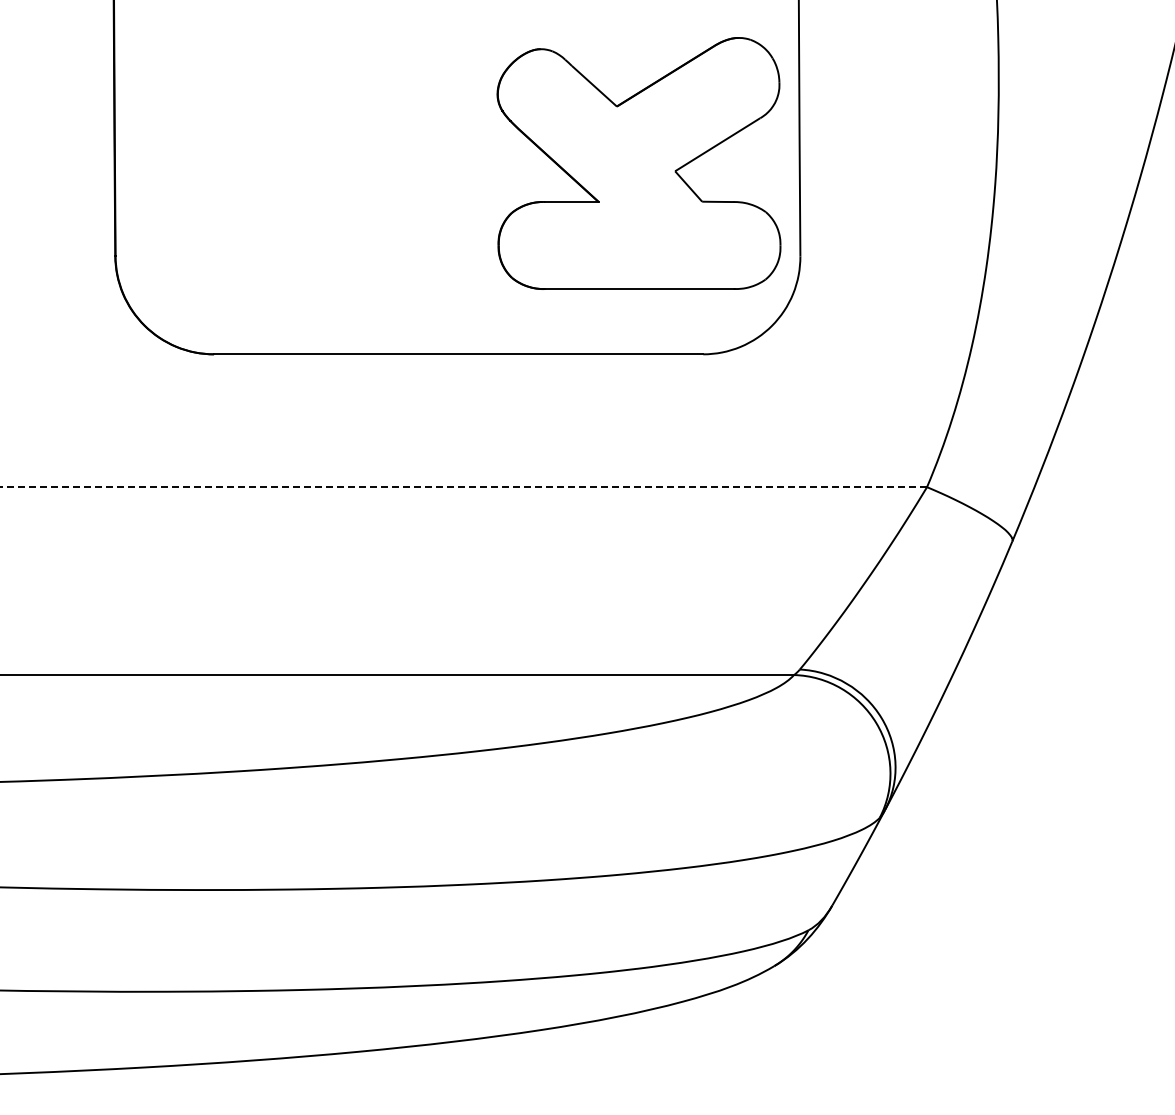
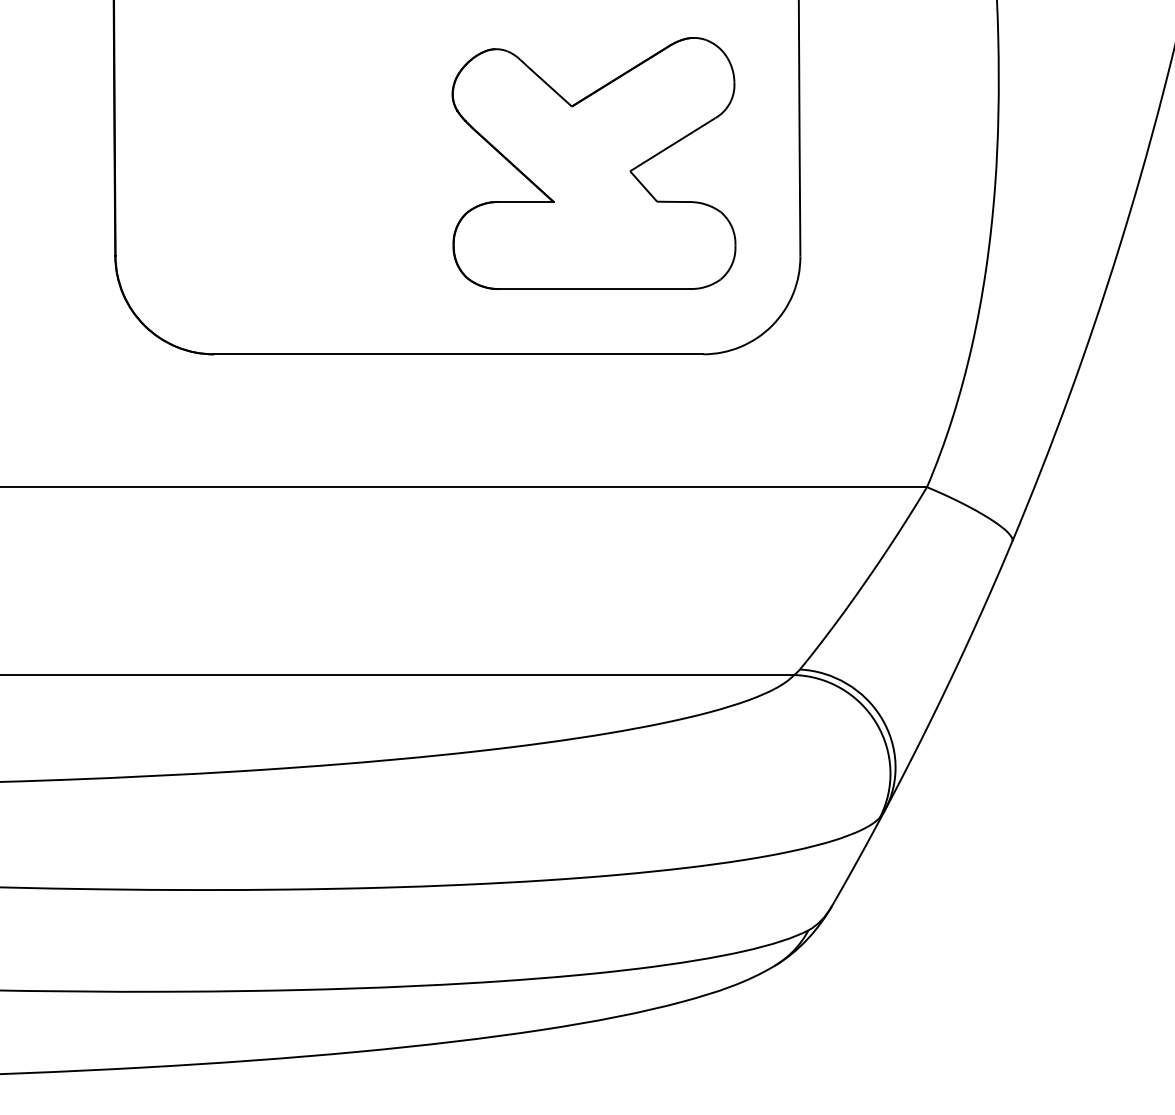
part at (638, 163) position: (638, 163) -> (593, 163)
line at (463, 487): dashed -> solid
